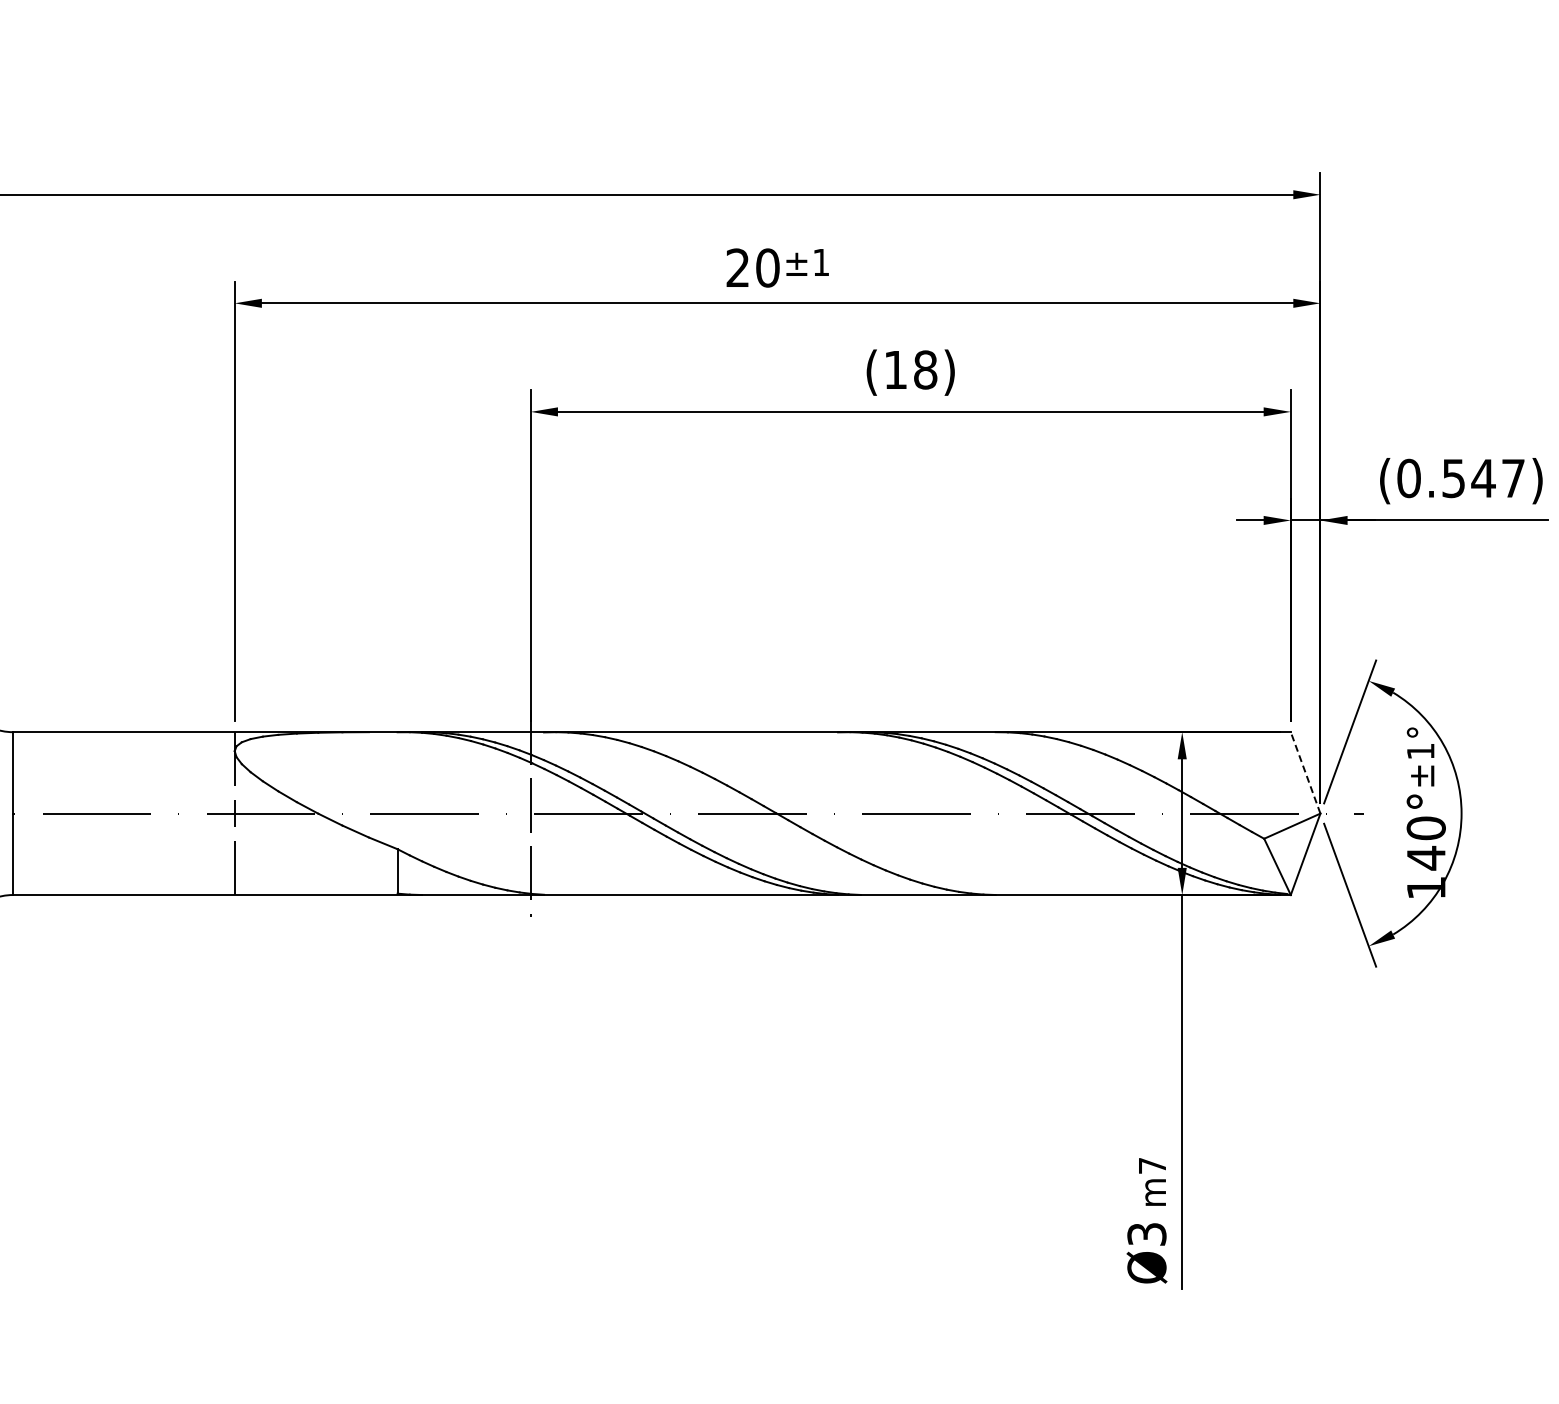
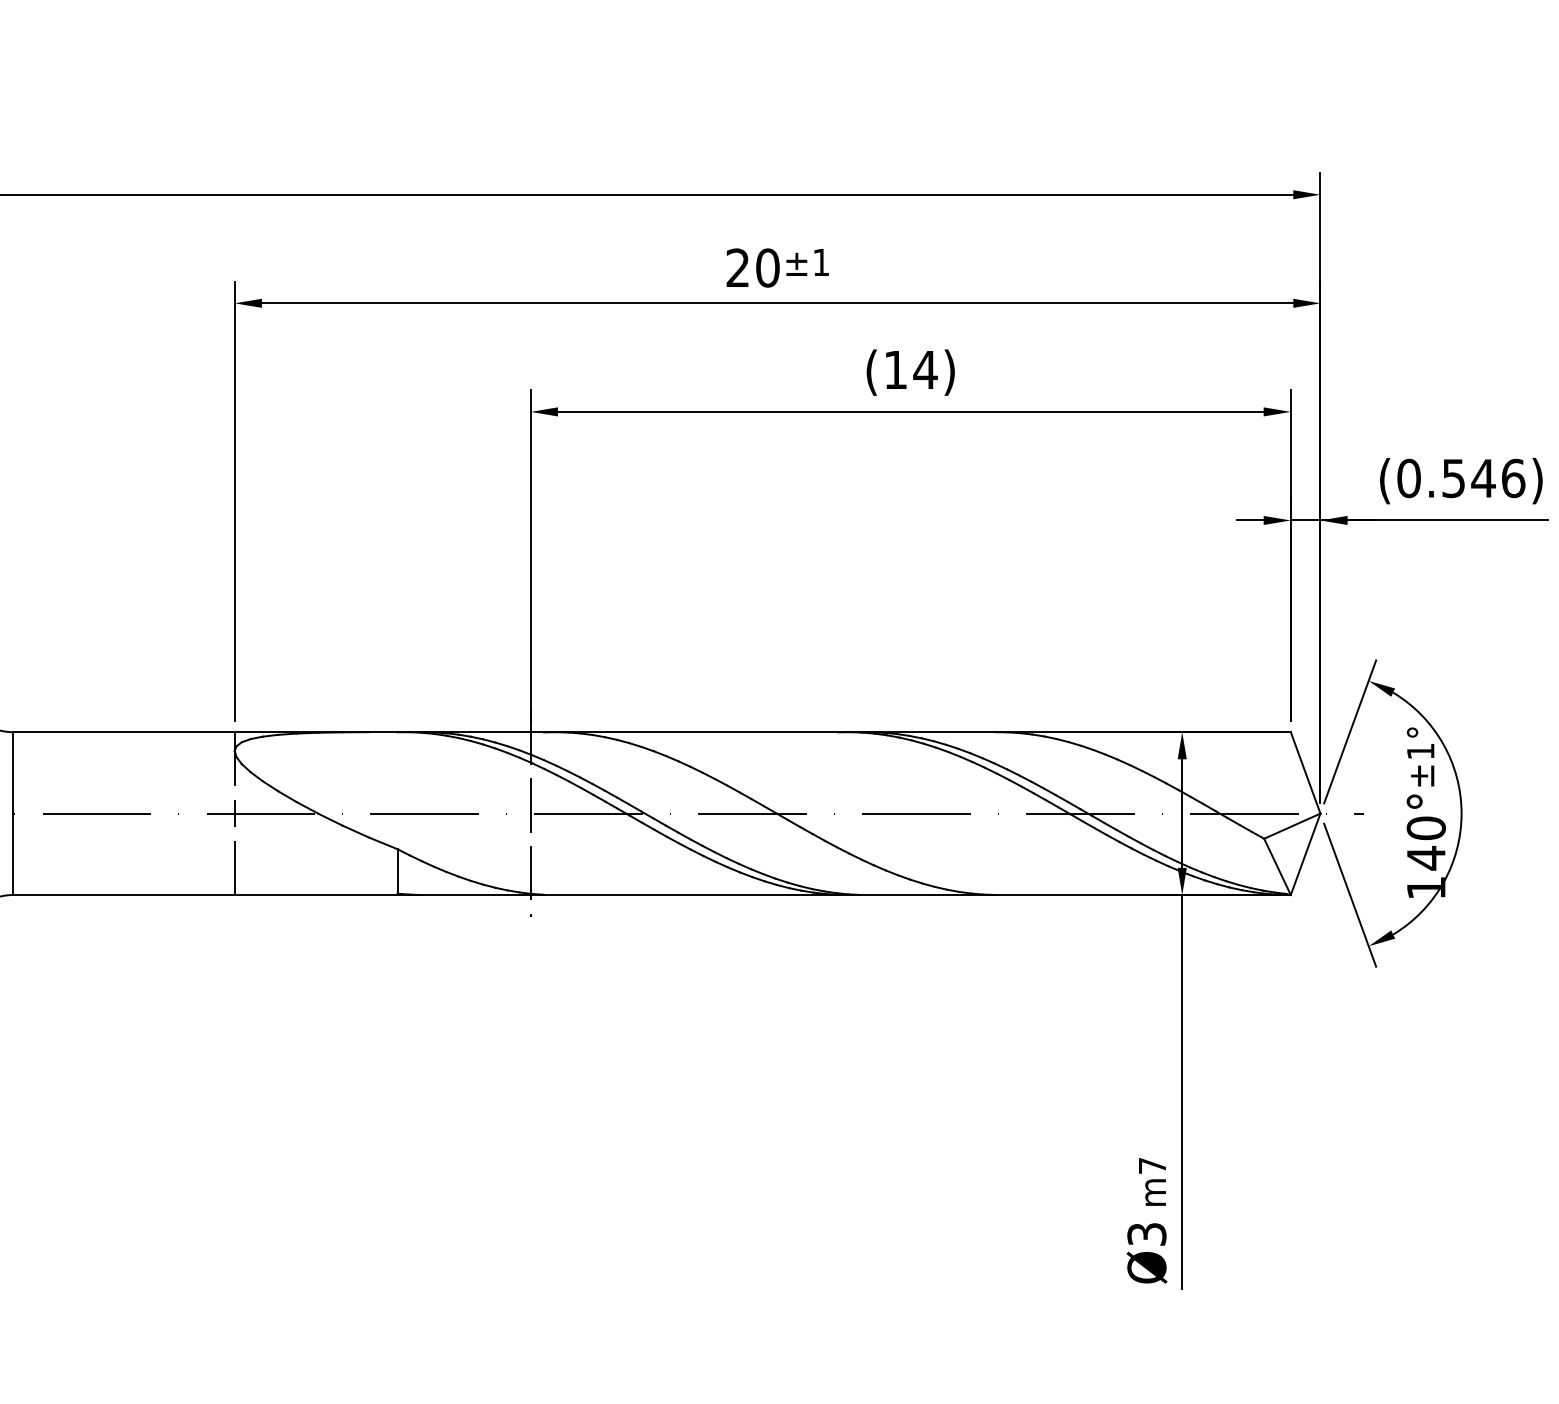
text at (925, 369): (18) -> (14)
text at (1513, 478): (0.547) -> (0.546)
line at (1305, 772): dashed -> solid
